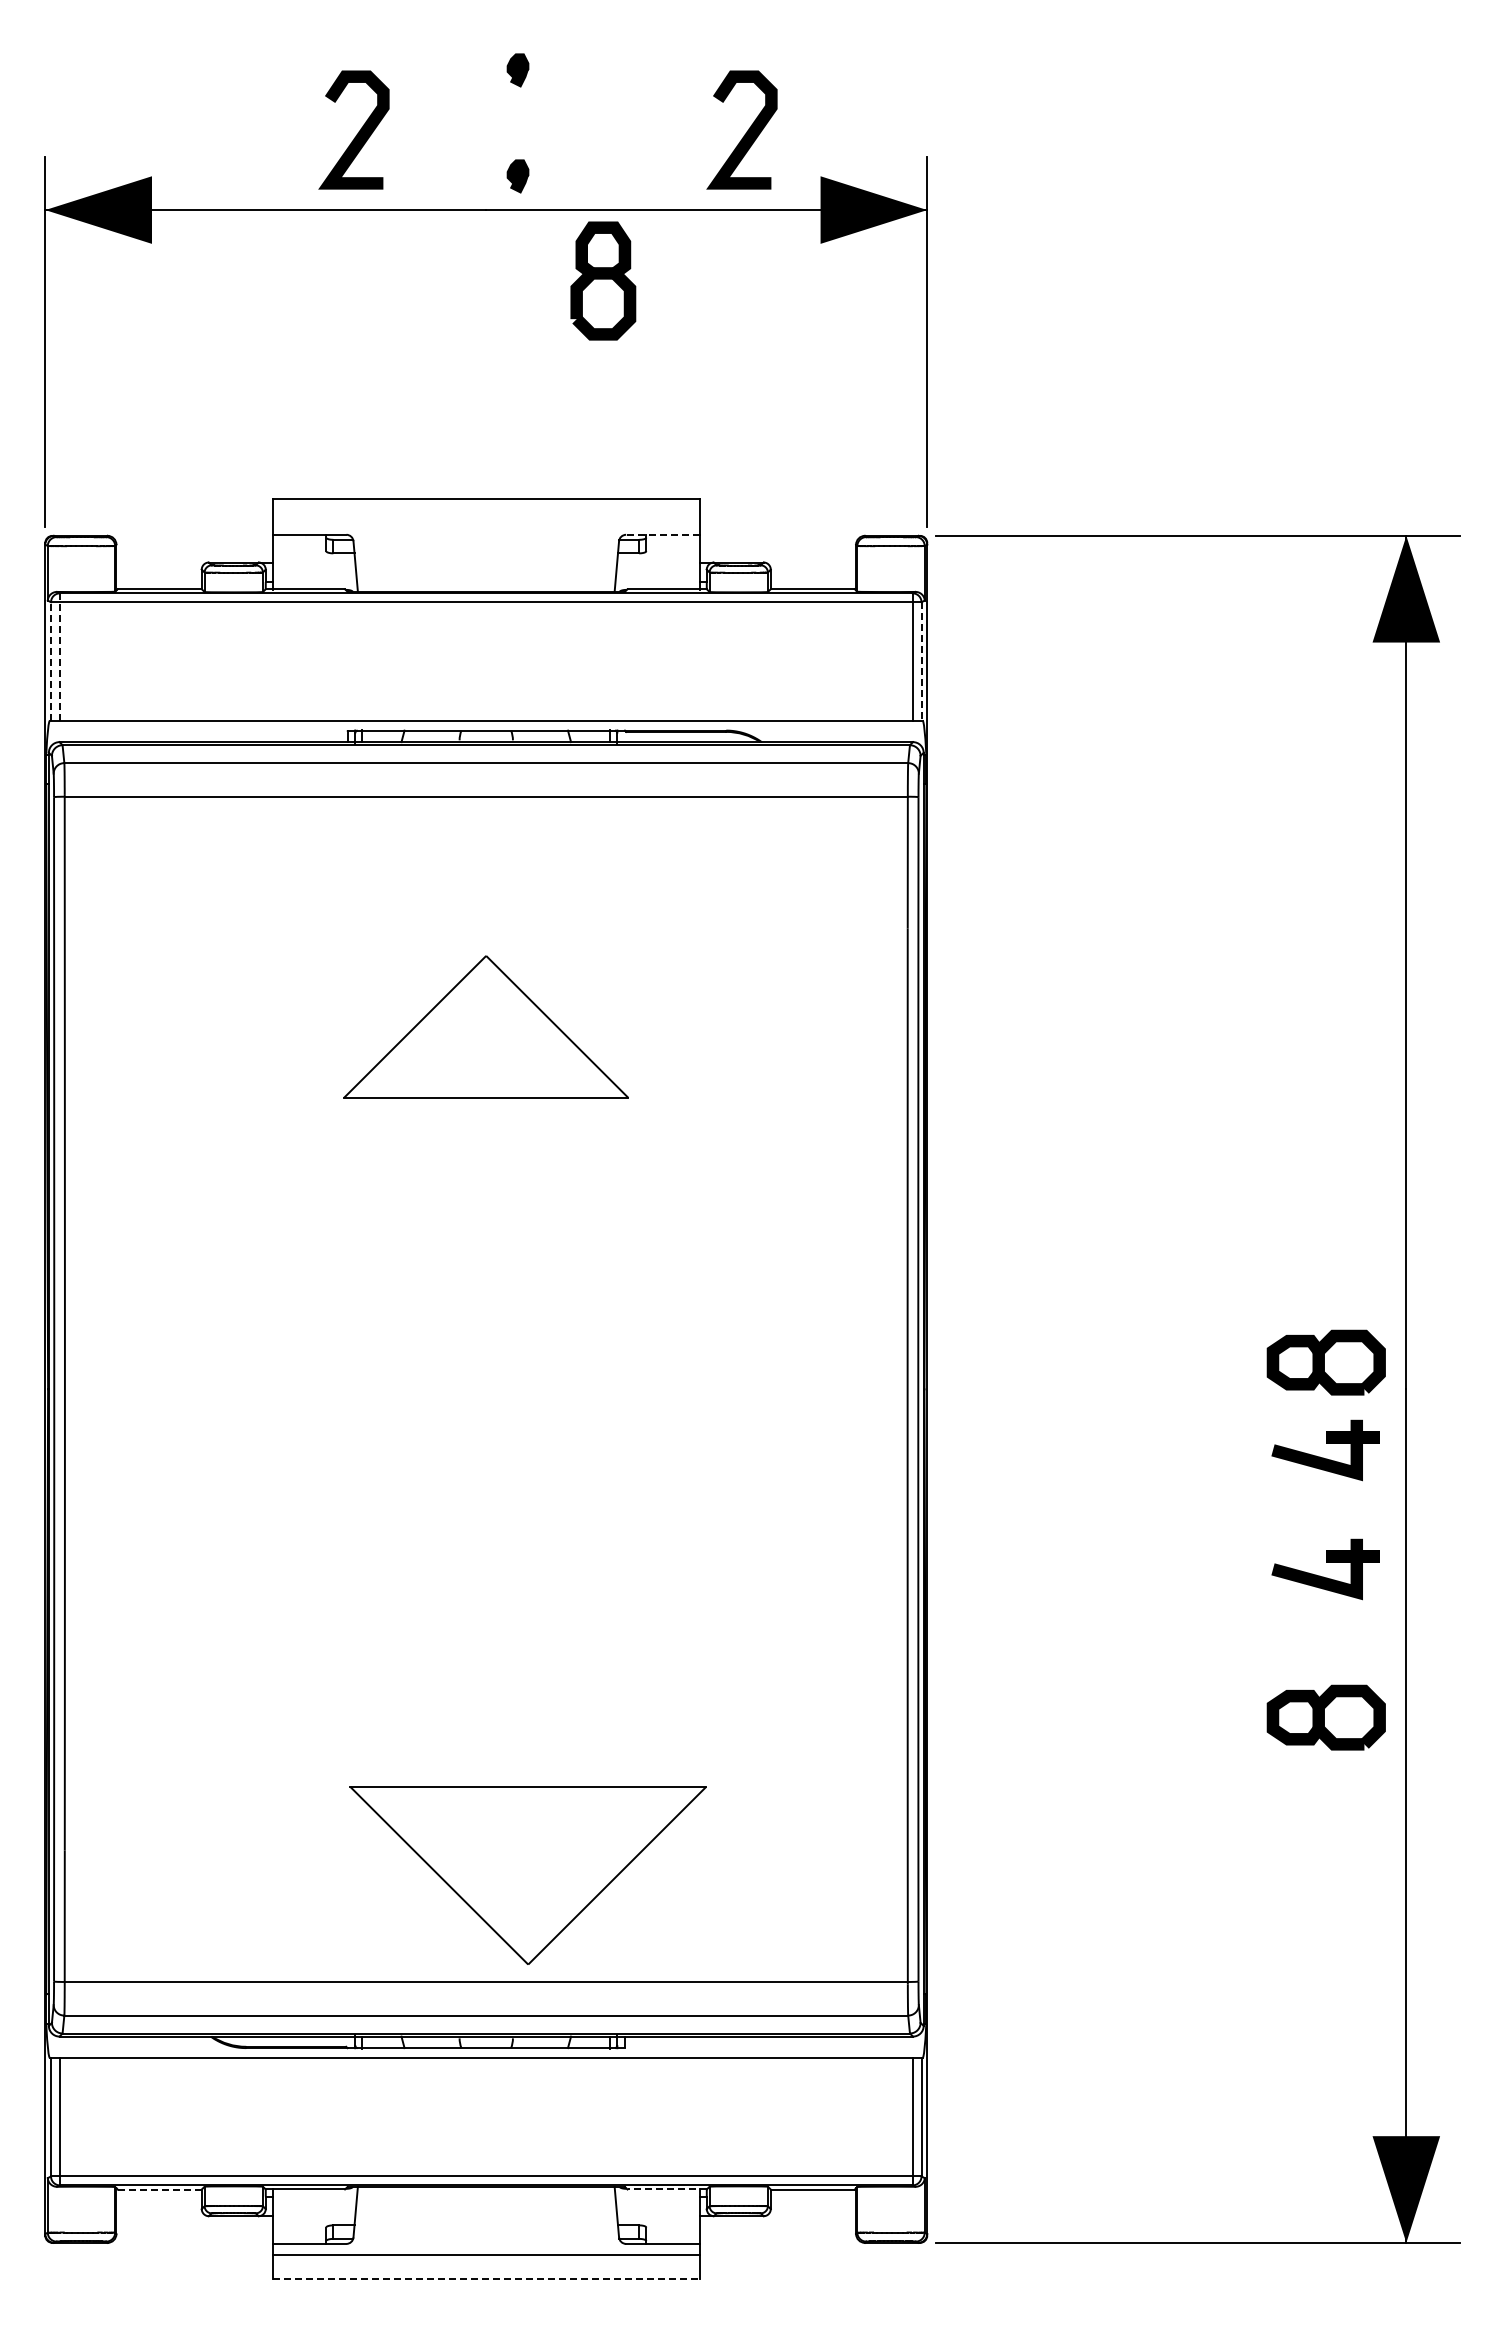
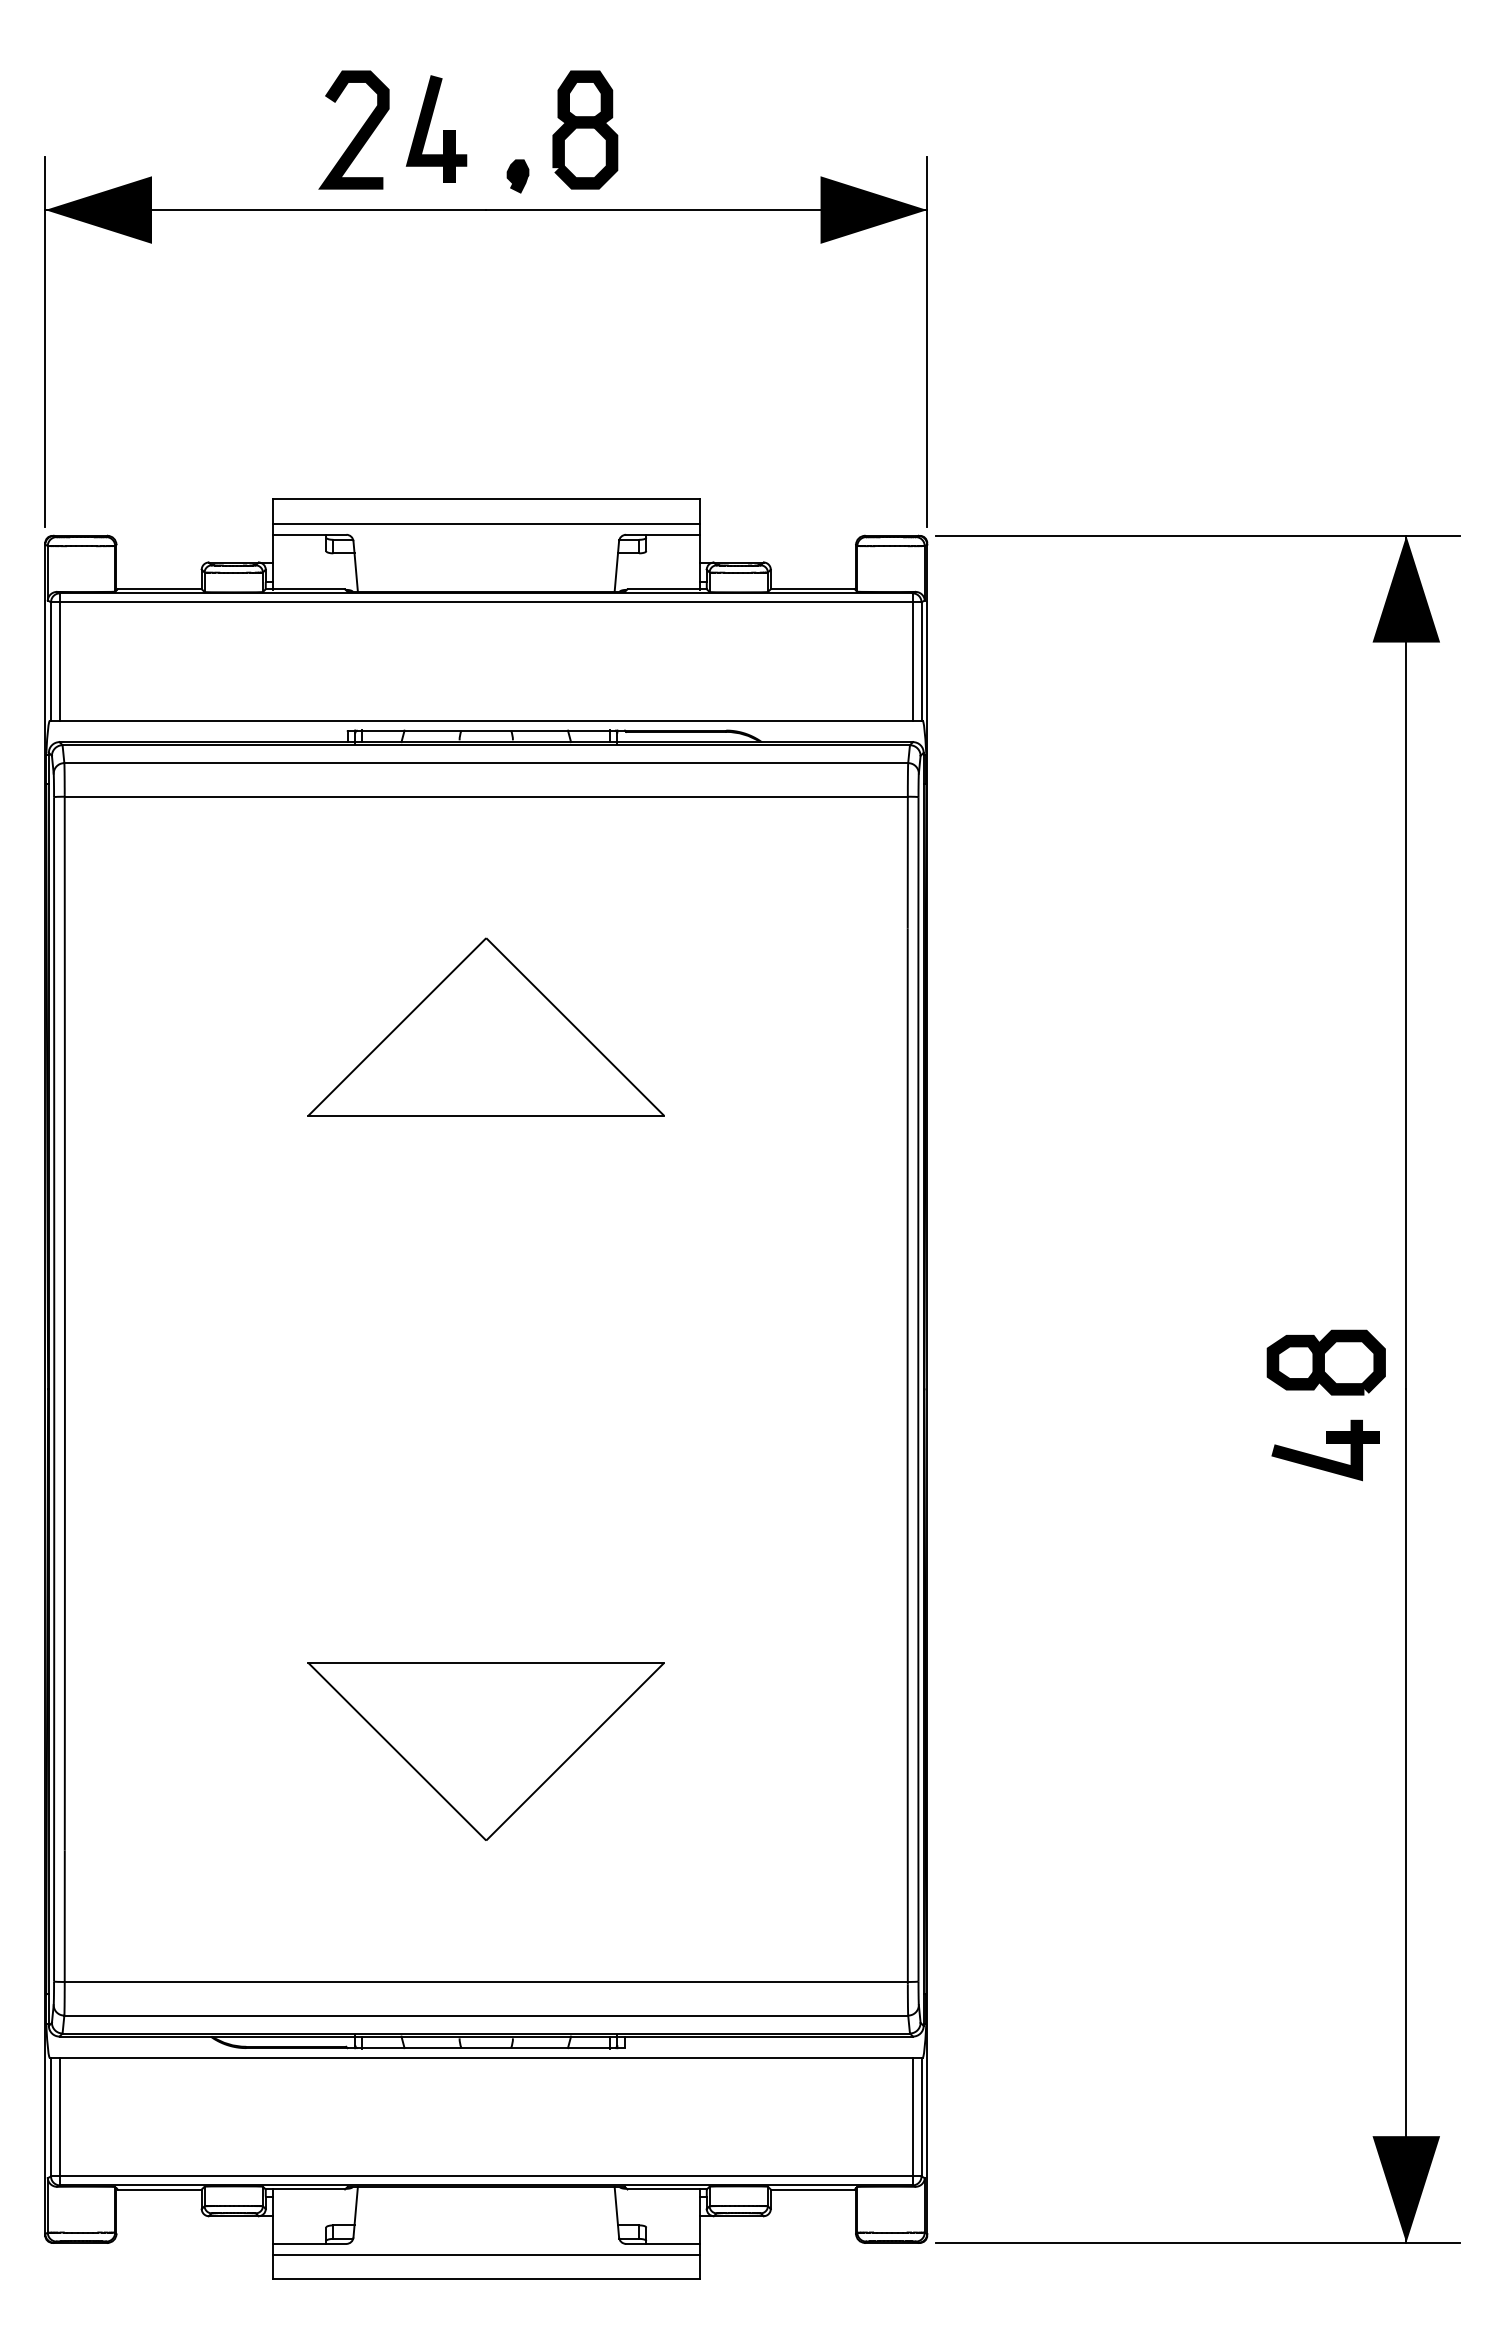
part at (517, 70): present -> none
part at (429, 127): none -> present
curve at (746, 131): present -> none
part at (603, 280) position: (603, 280) -> (585, 129)
line at (485, 524): none -> present
line at (662, 534): dashed -> solid
line at (59, 657): dashed -> solid
line at (51, 661): dashed -> solid
line at (921, 662): dashed -> solid
part at (485, 1026) size: 286x144 px -> 358x180 px
part at (1326, 1562): present -> none
part at (1325, 1717): present -> none
part at (527, 1875) position: (527, 1875) -> (485, 1751)
line at (160, 2189): dashed -> solid
line at (667, 2189): dashed -> solid
line at (486, 2279): dashed -> solid
